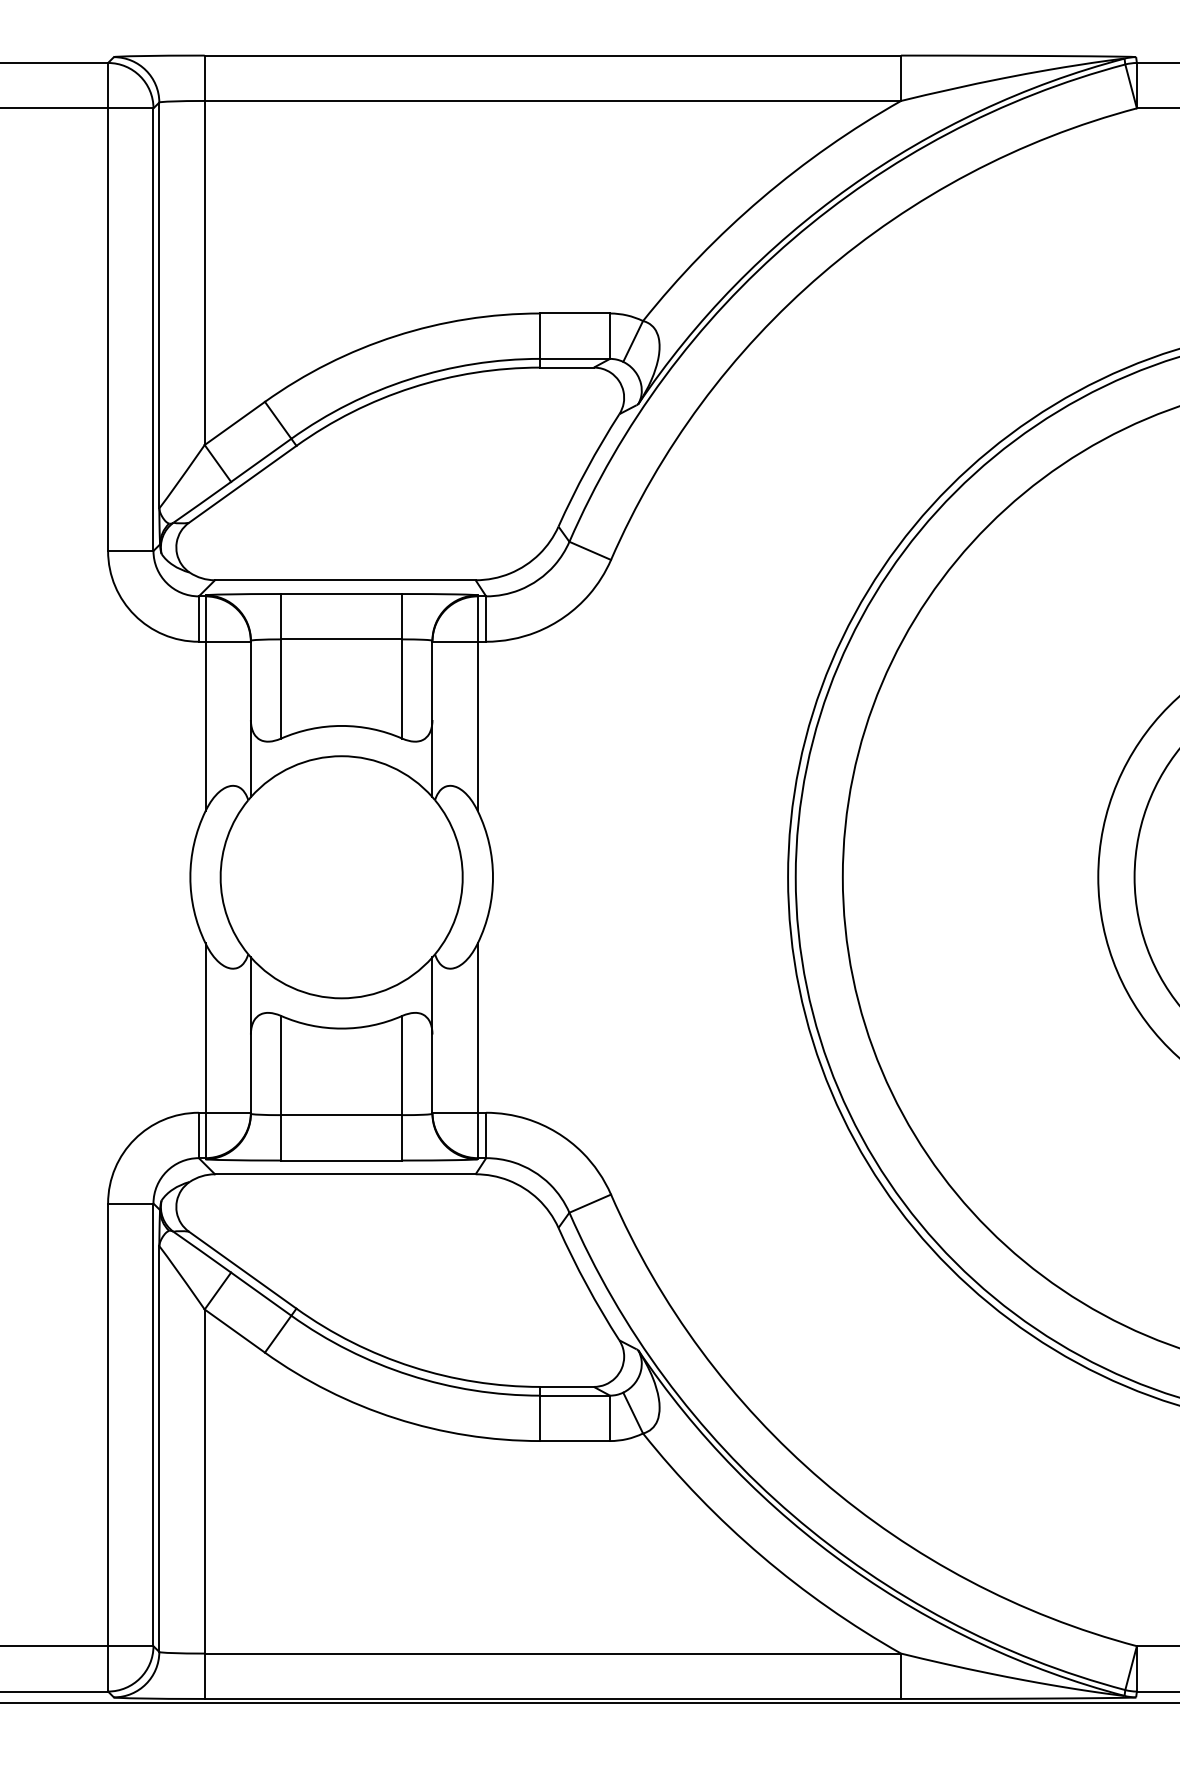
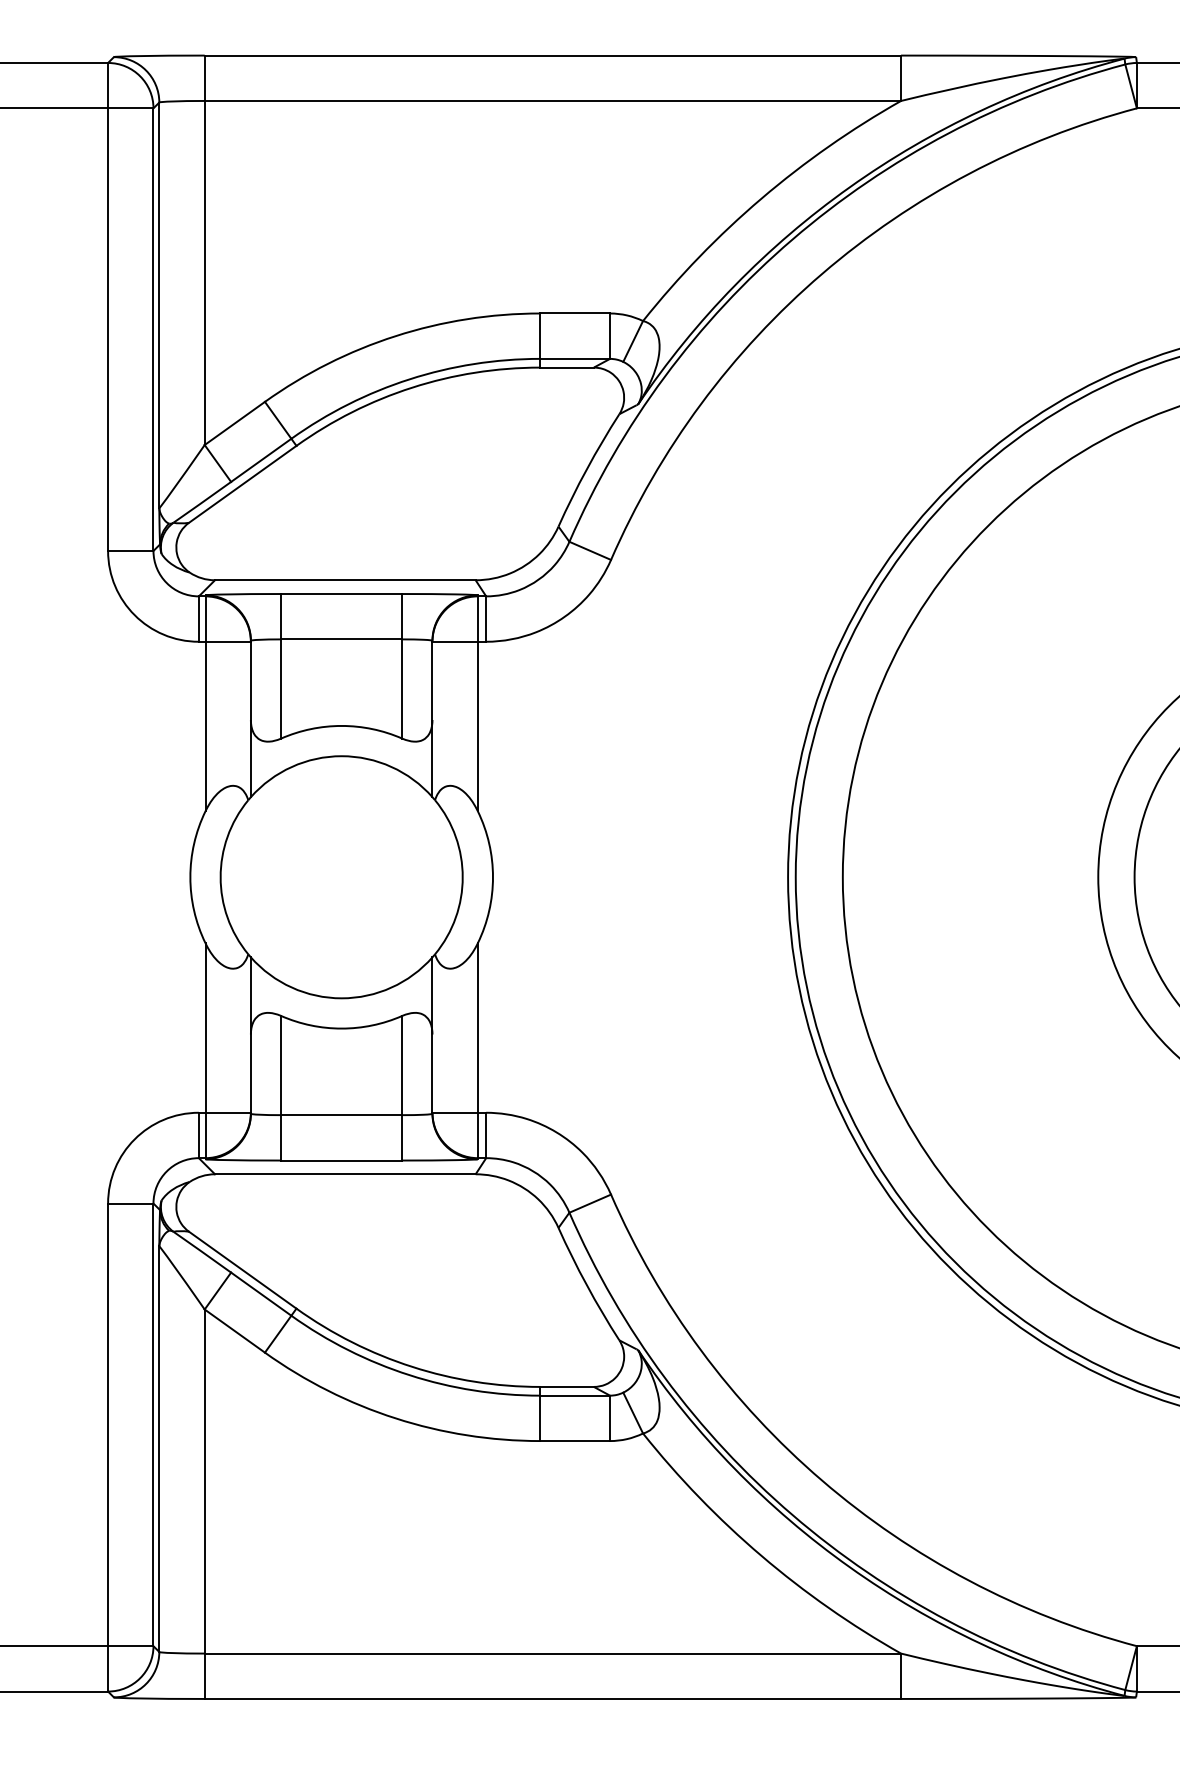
line at (589, 1703): present -> none
